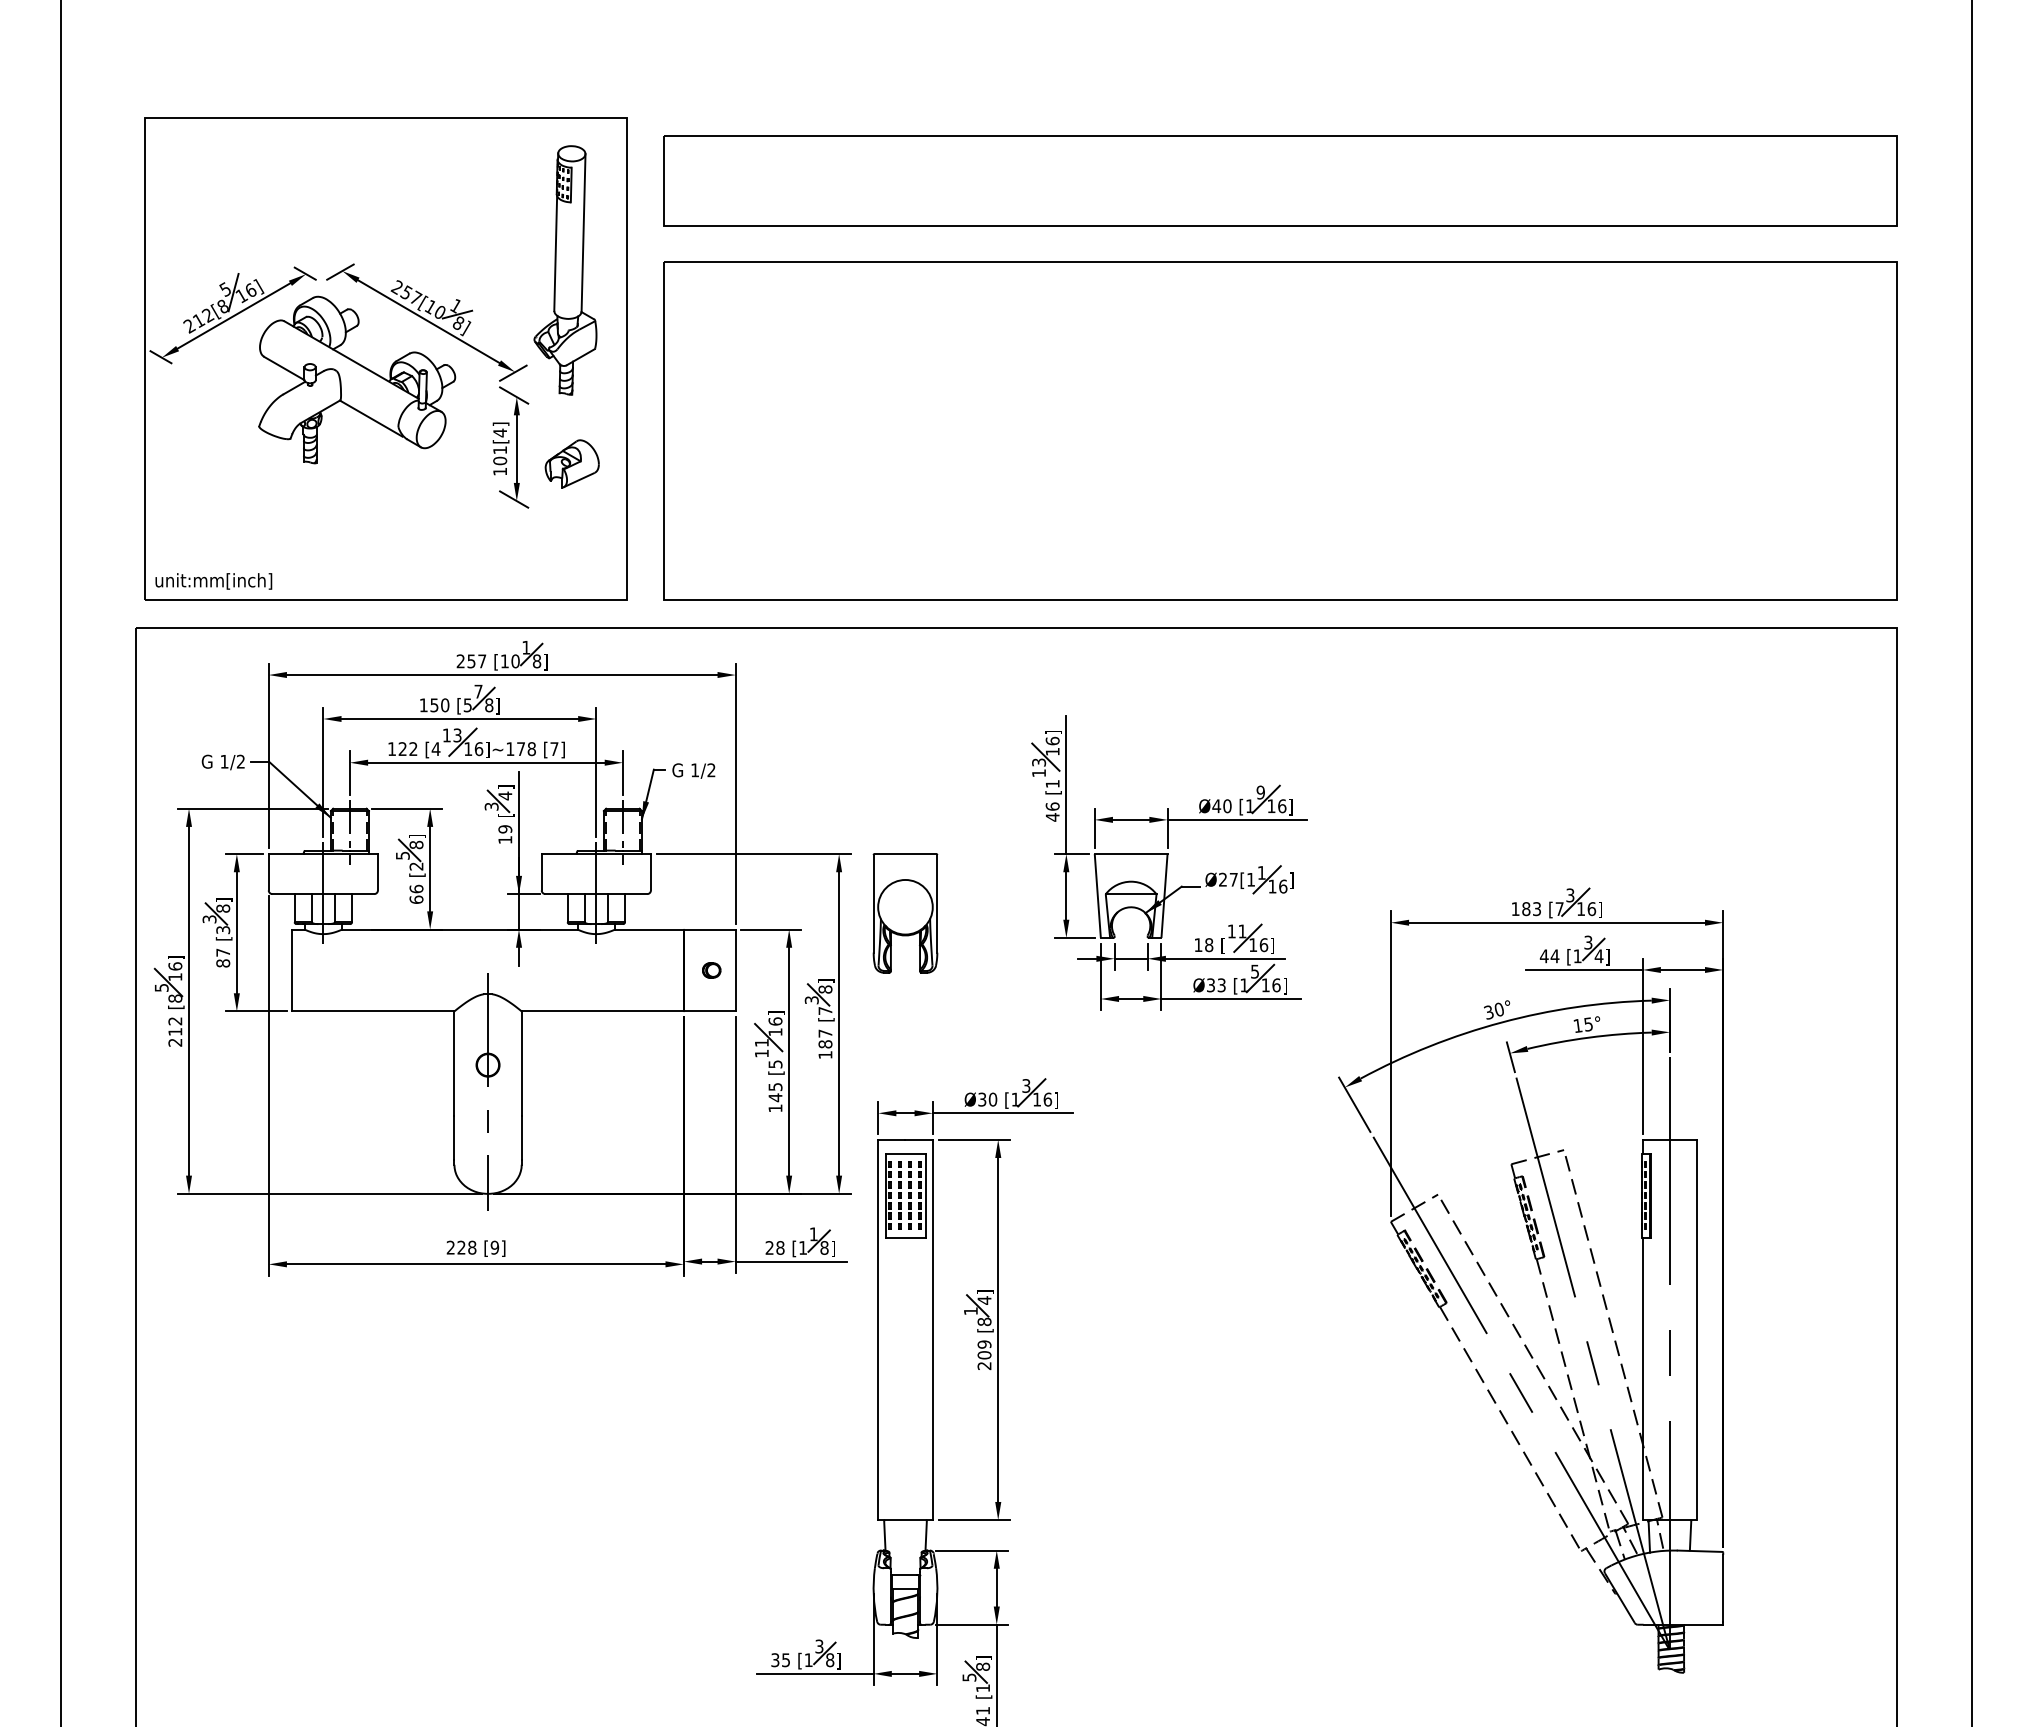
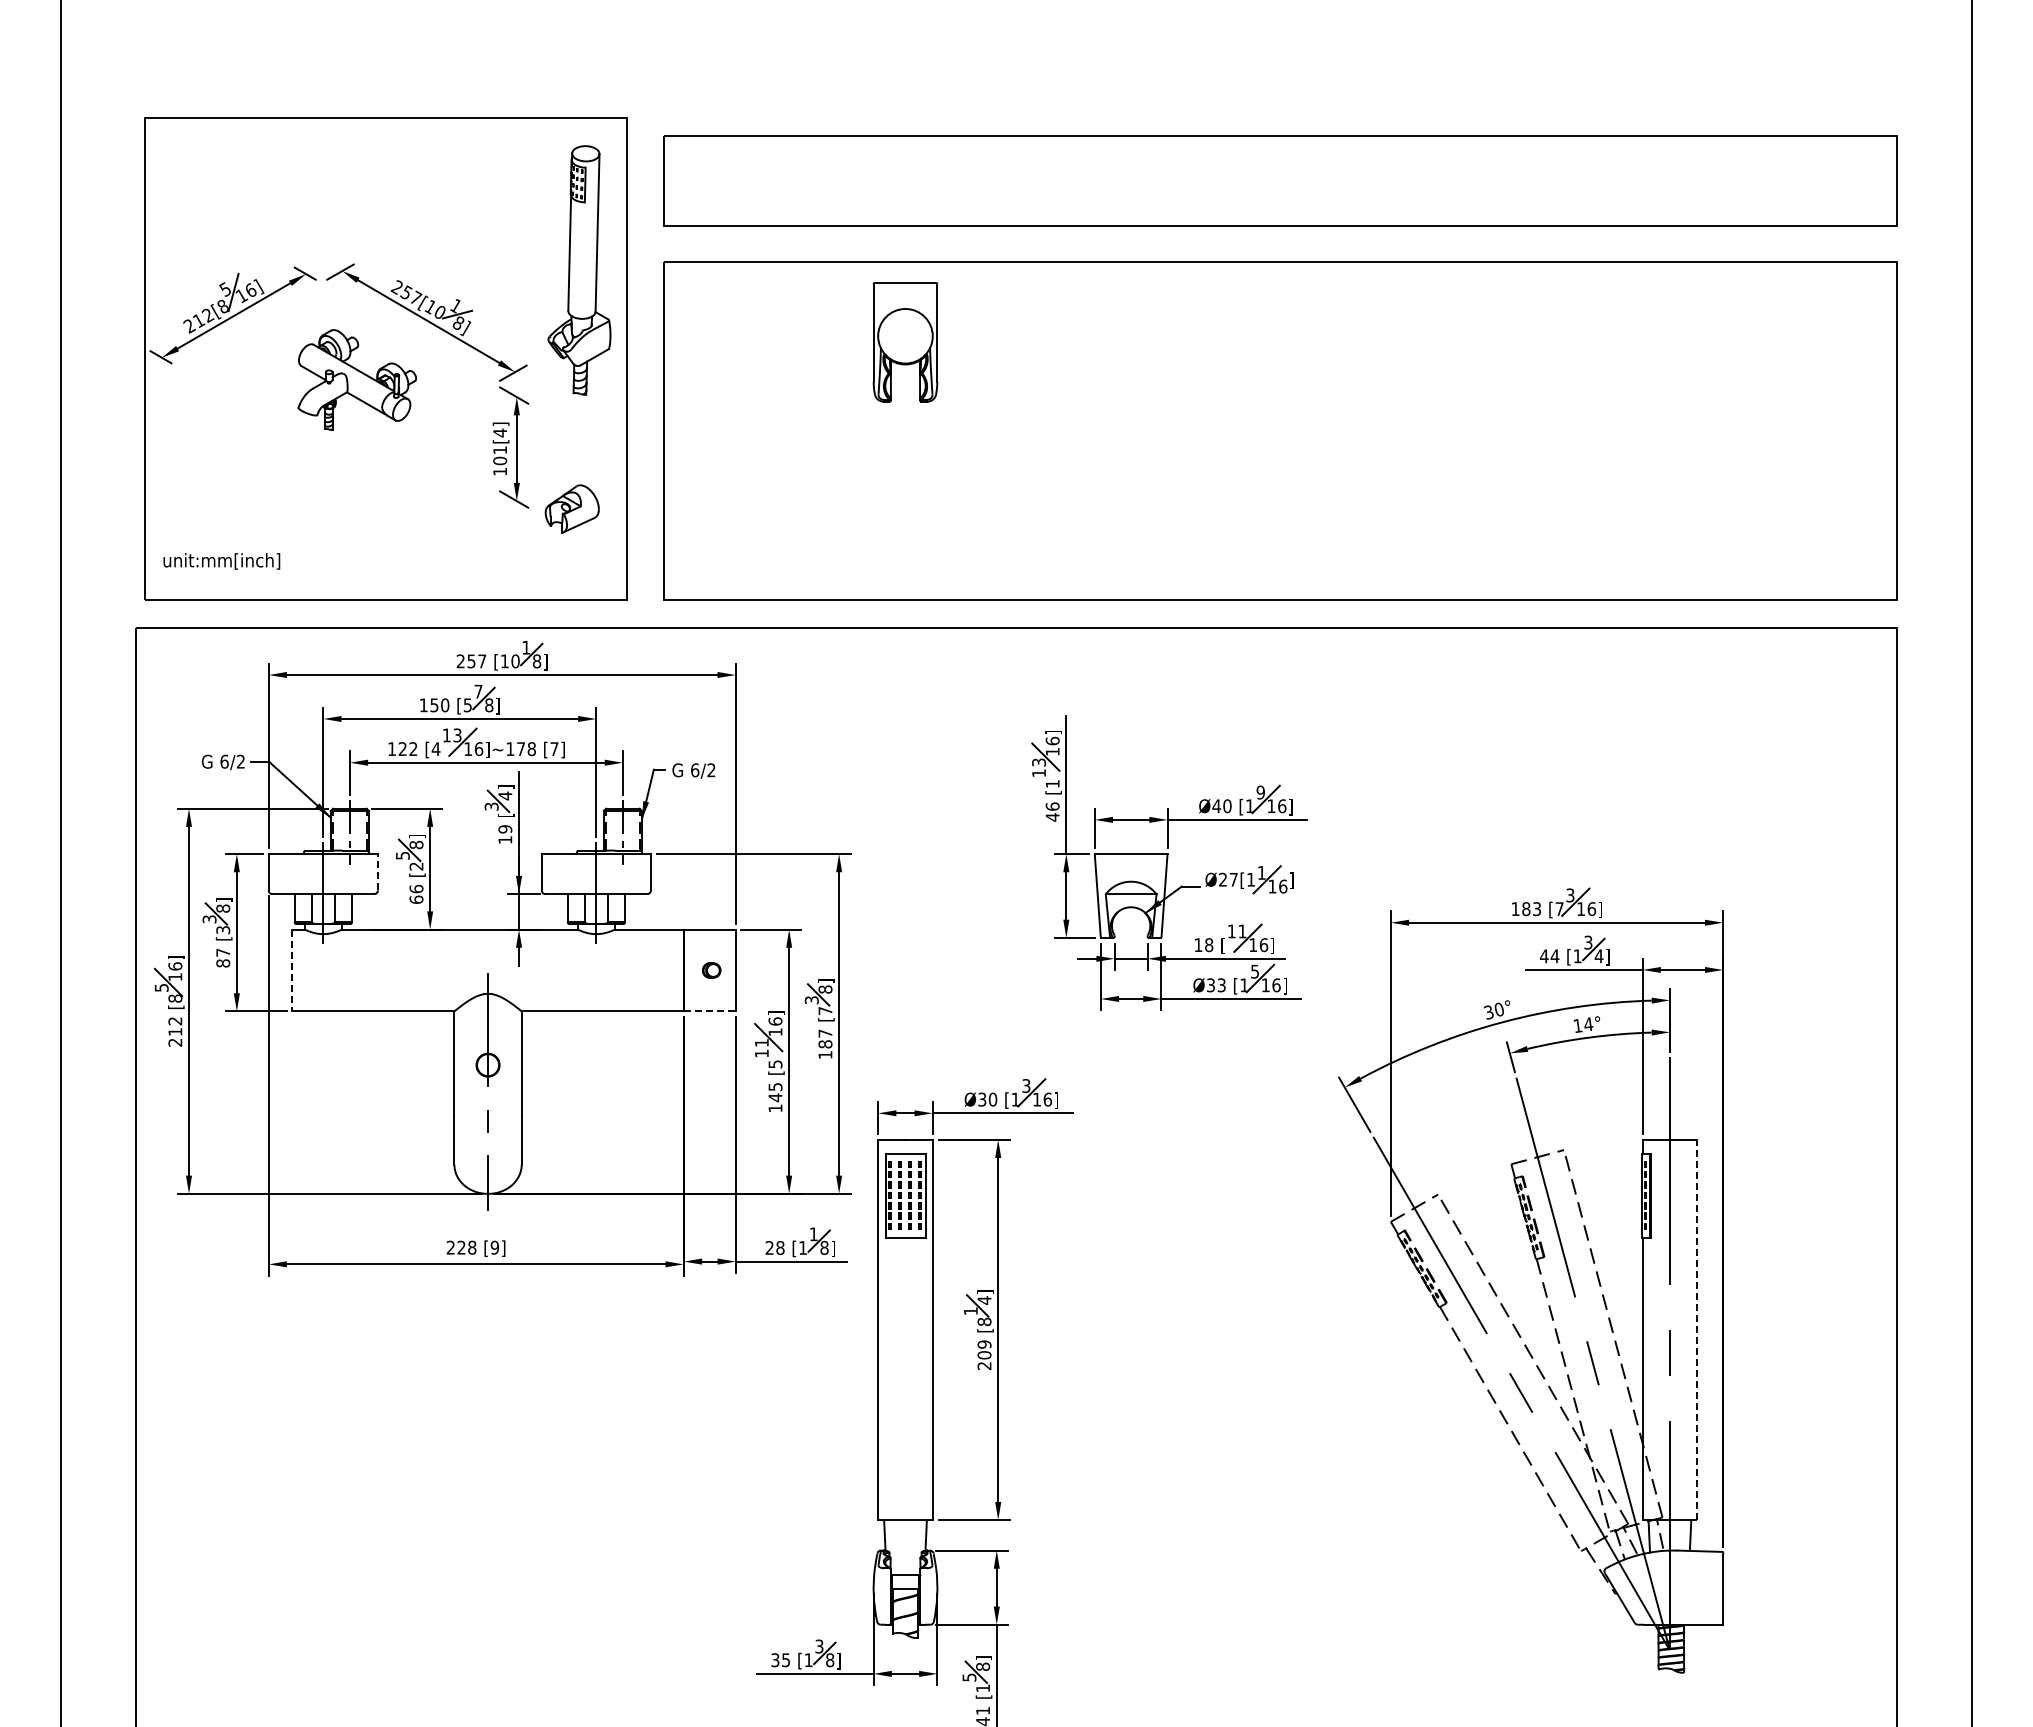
part at (565, 270) position: (565, 270) -> (579, 270)
part at (357, 379) size: 199x170 px -> 120x102 px
part at (571, 463) position: (571, 463) -> (571, 508)
text at (213, 581) position: (213, 581) -> (221, 561)
text at (224, 761): 1/2 -> 6/2
text at (695, 770): 1/2 -> 6/2
line at (377, 871): solid -> dashed
part at (905, 913) position: (905, 913) -> (905, 342)
line at (292, 970): solid -> dashed
line at (709, 1011): solid -> dashed
text at (1588, 1024): 15° -> 14°
line at (1697, 1329): solid -> dashed
